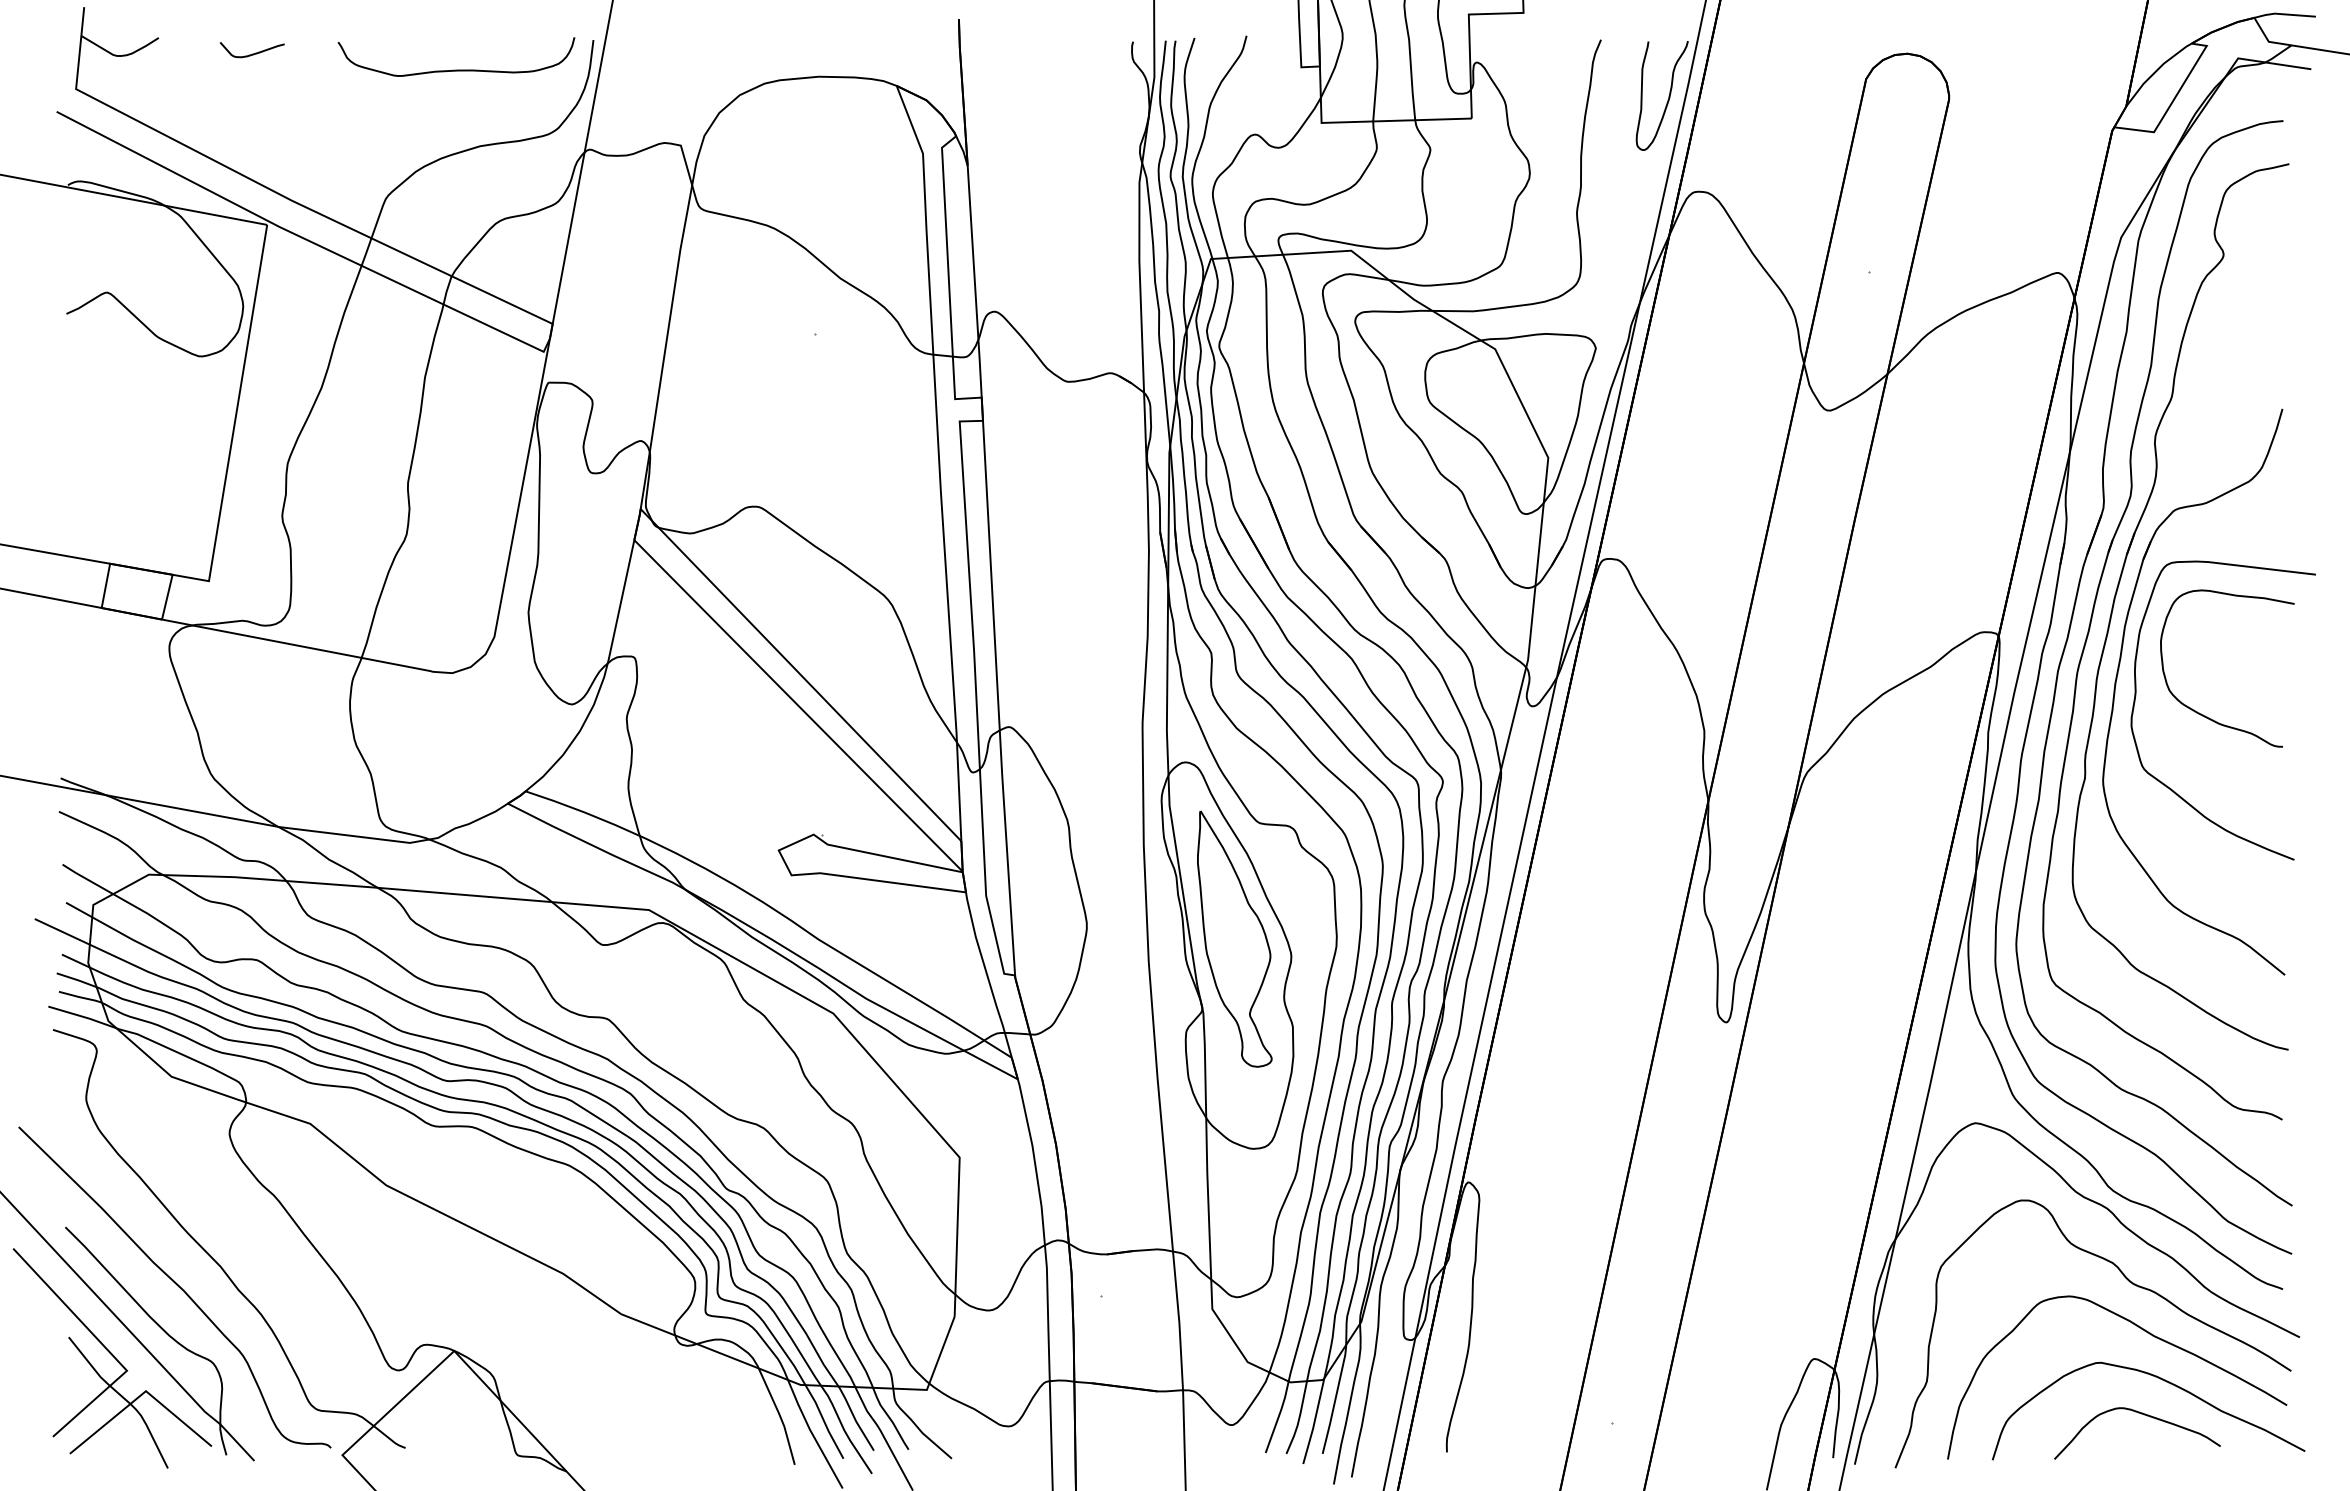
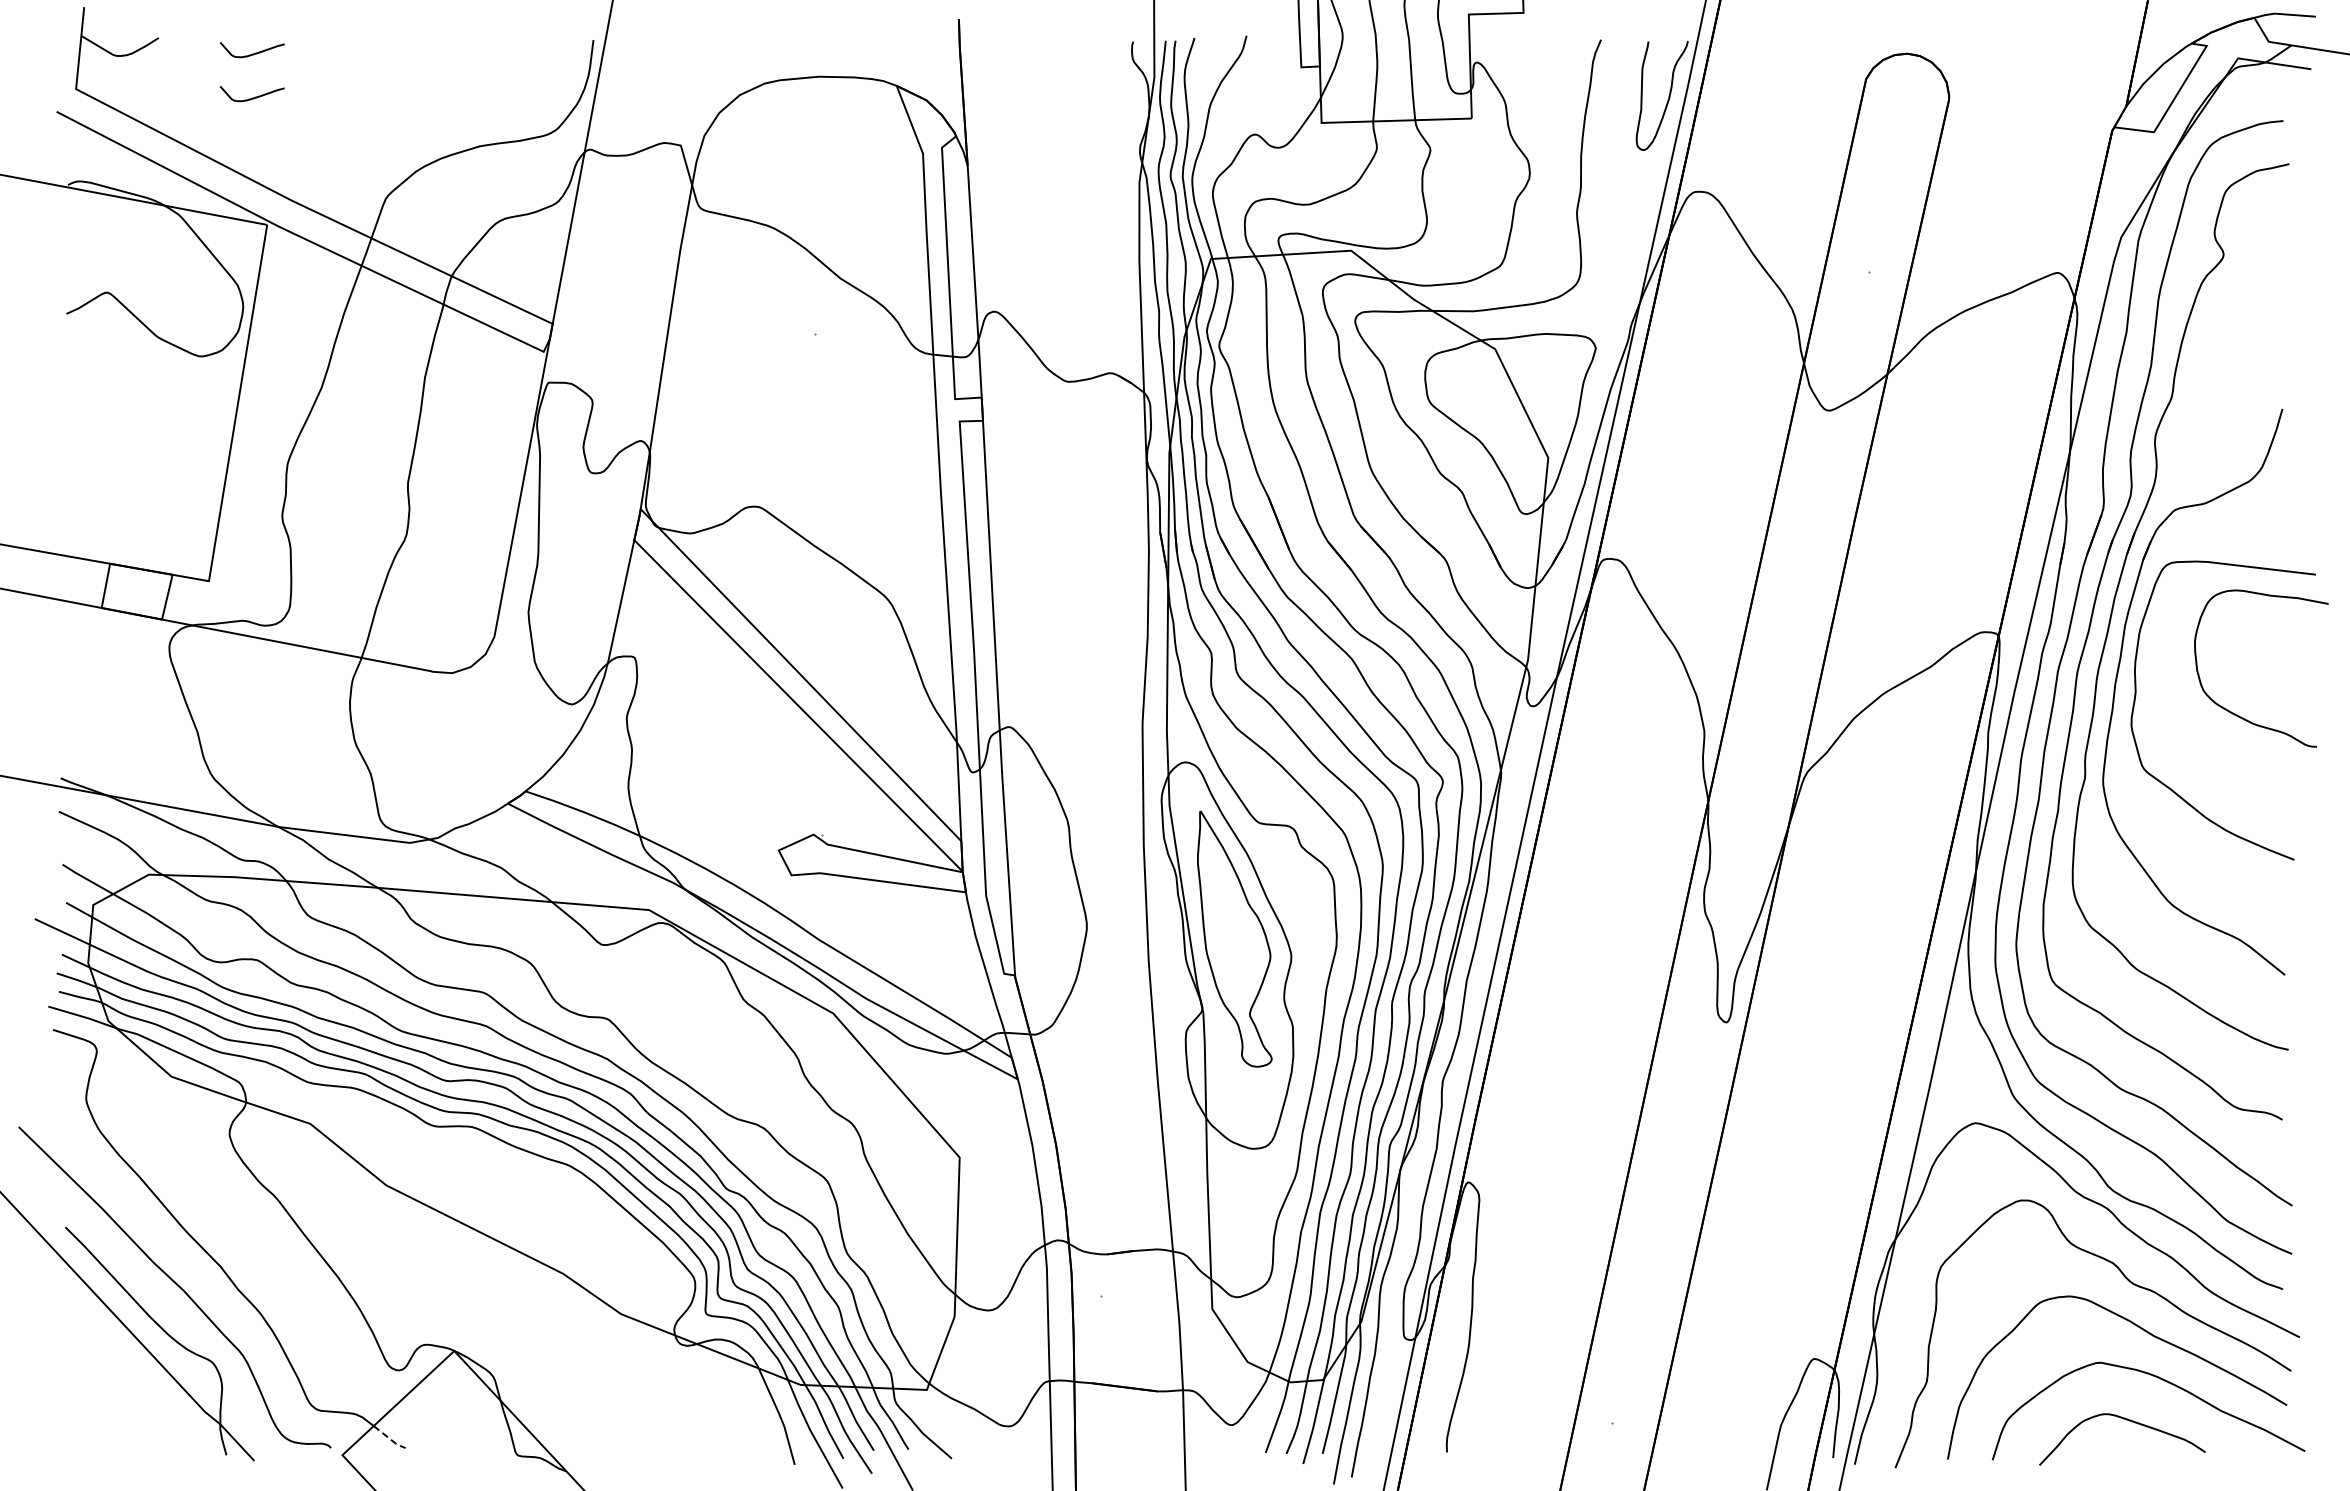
curve at (456, 69): present -> none
curve at (252, 97): none -> present
curve at (2203, 714) position: (2203, 714) -> (2237, 714)
part at (112, 1358): present -> none
curve at (2144, 1415) position: (2144, 1415) -> (2129, 1421)
line at (390, 1439): solid -> dashed
